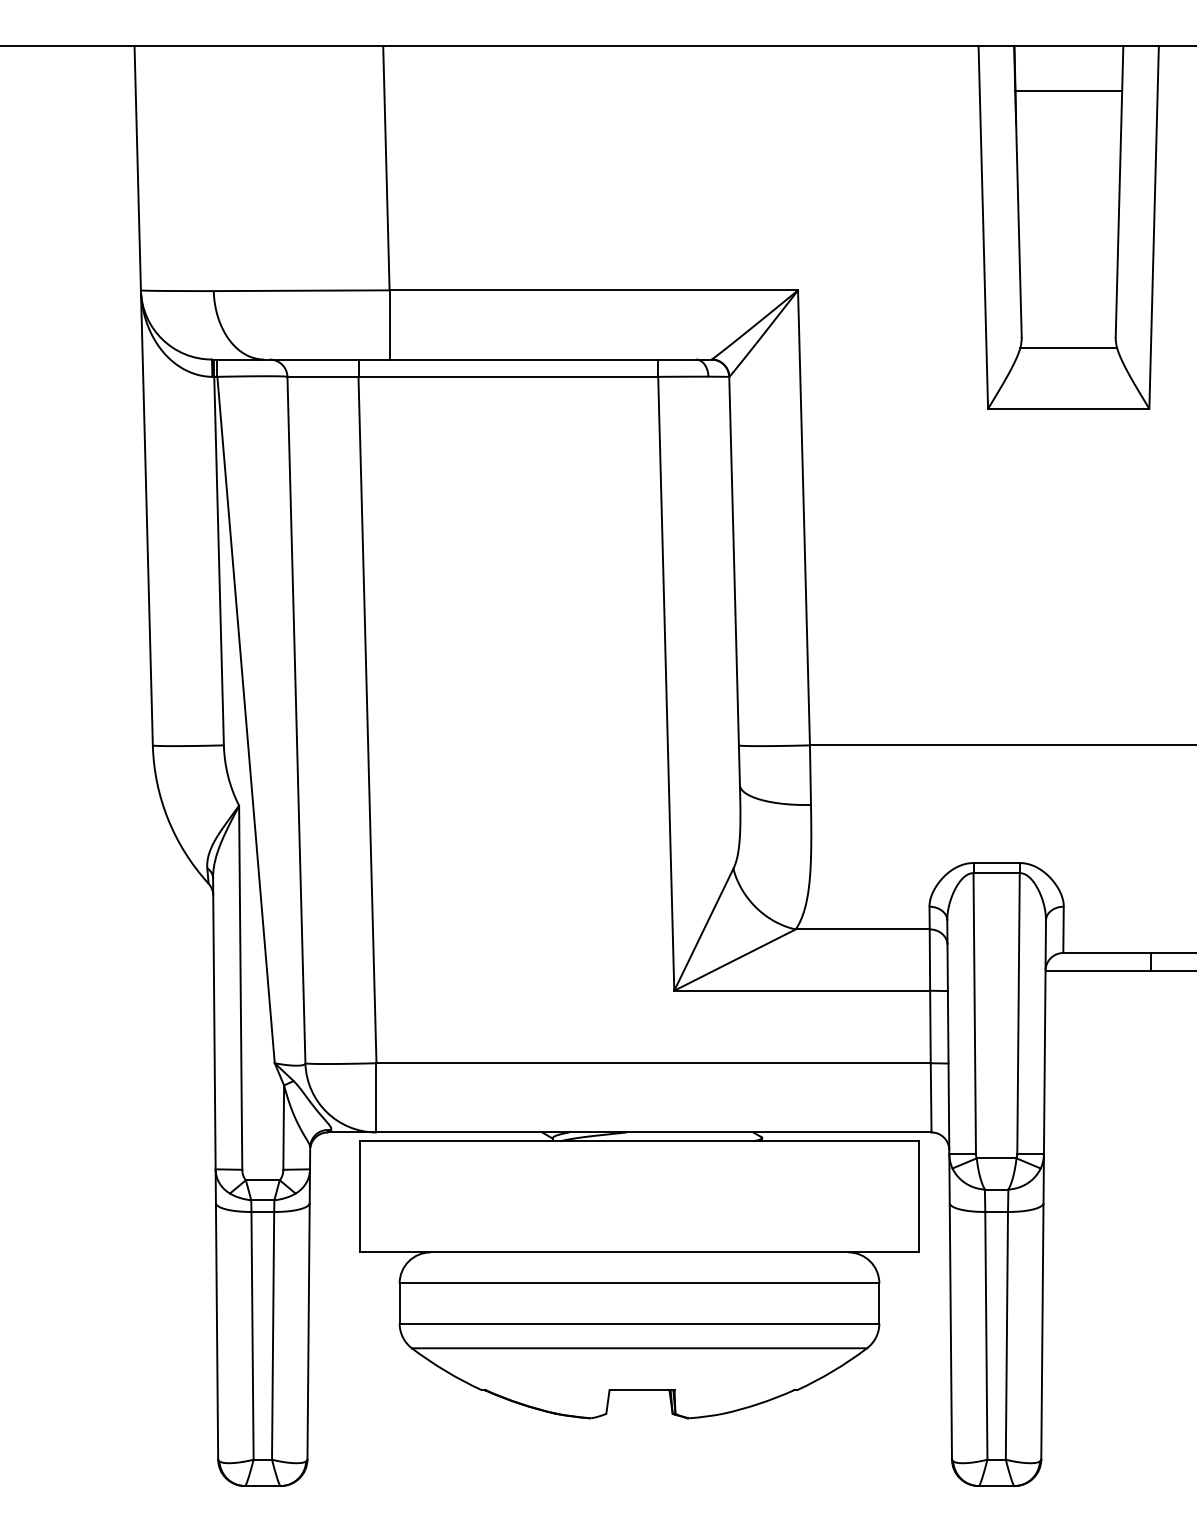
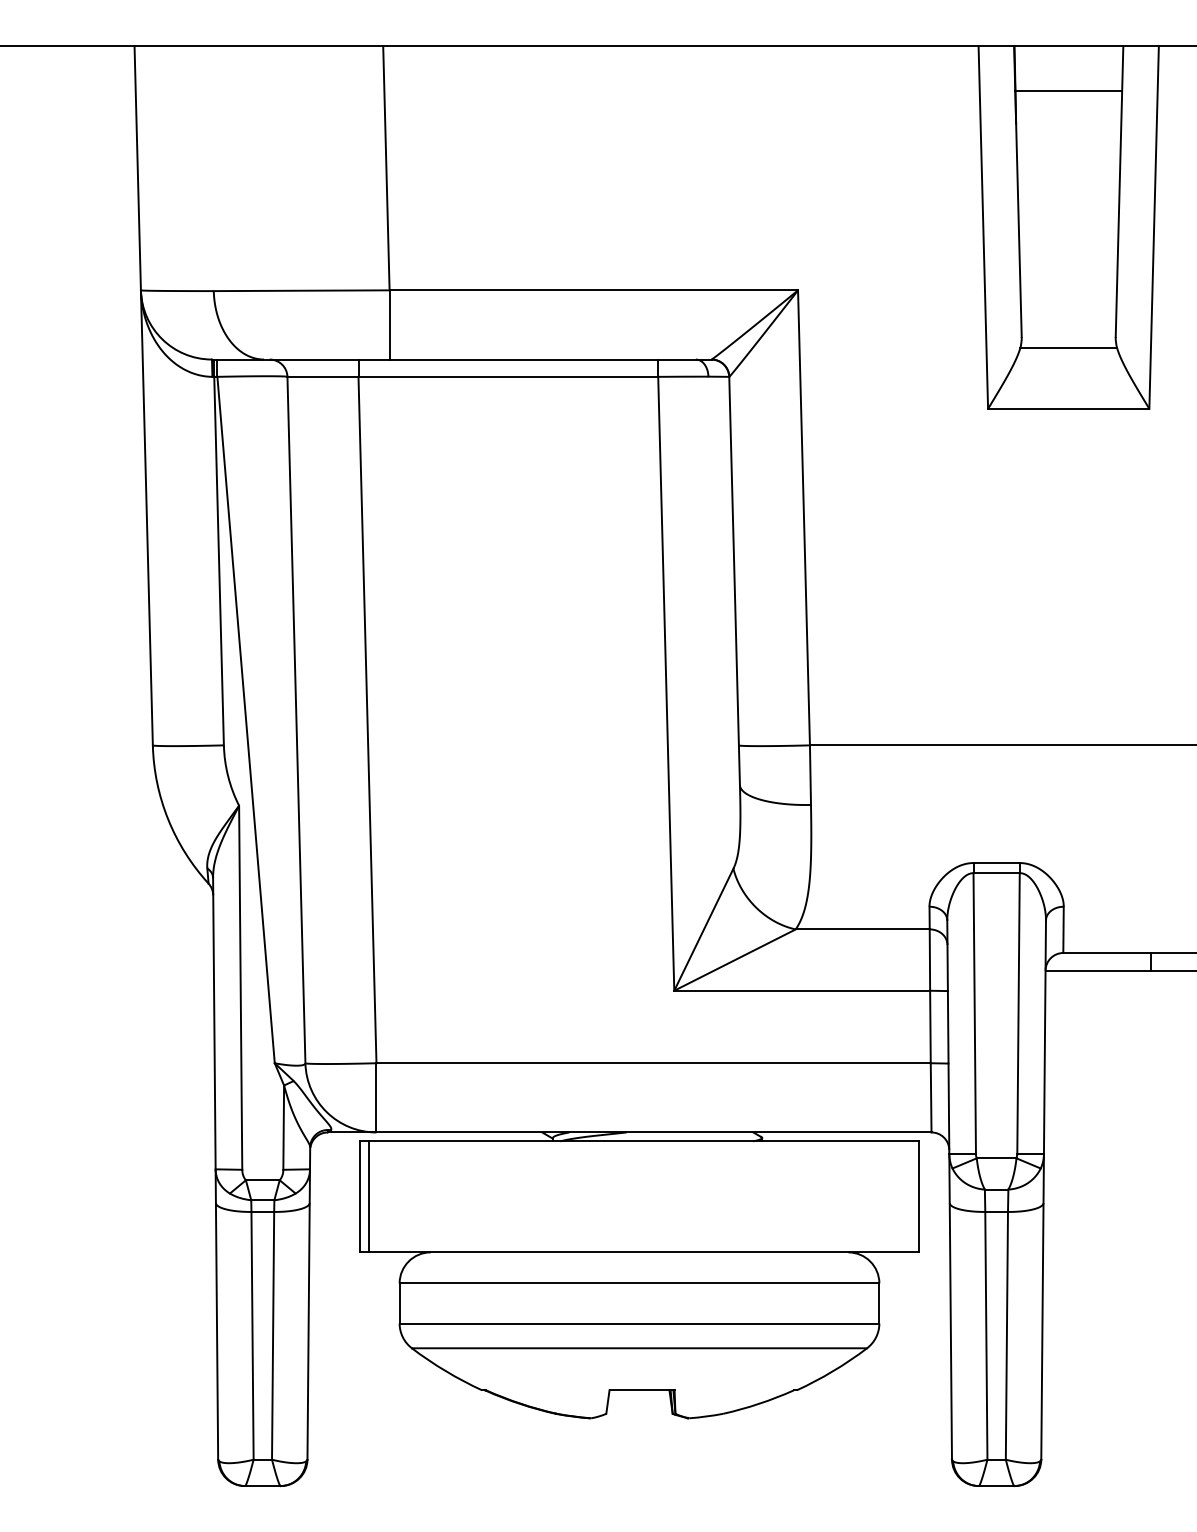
line at (368, 1196): none -> present
